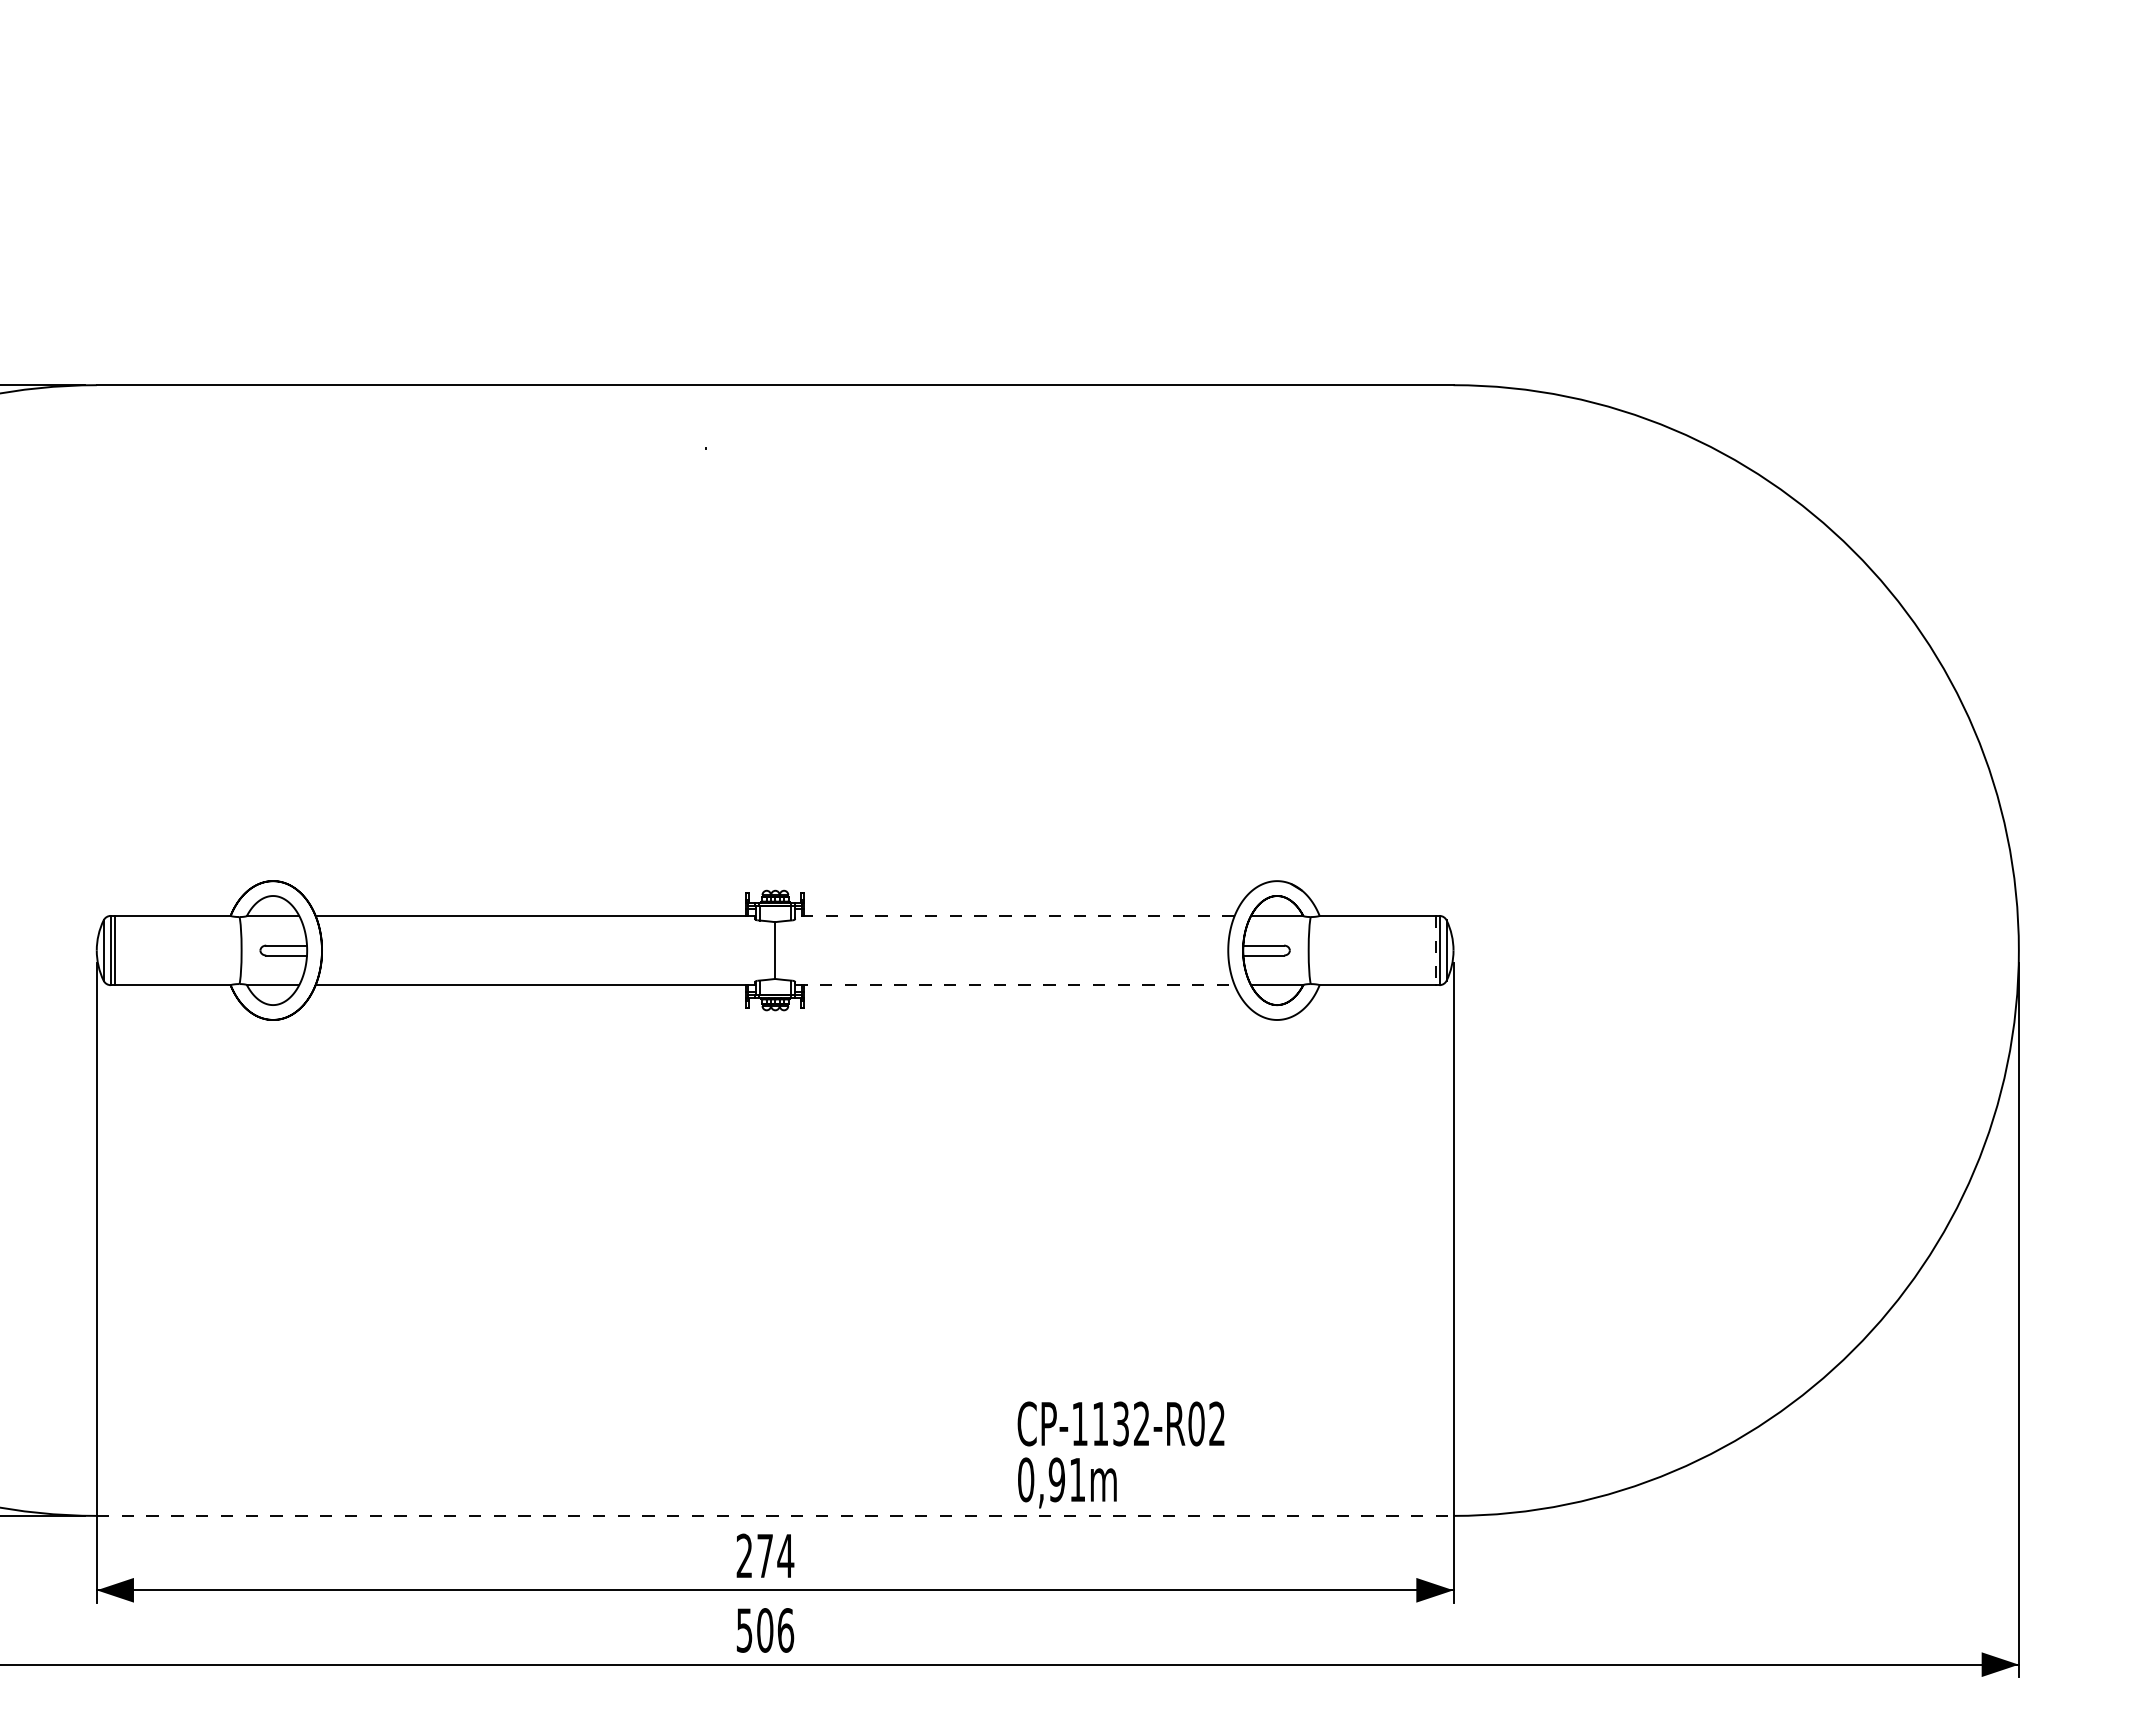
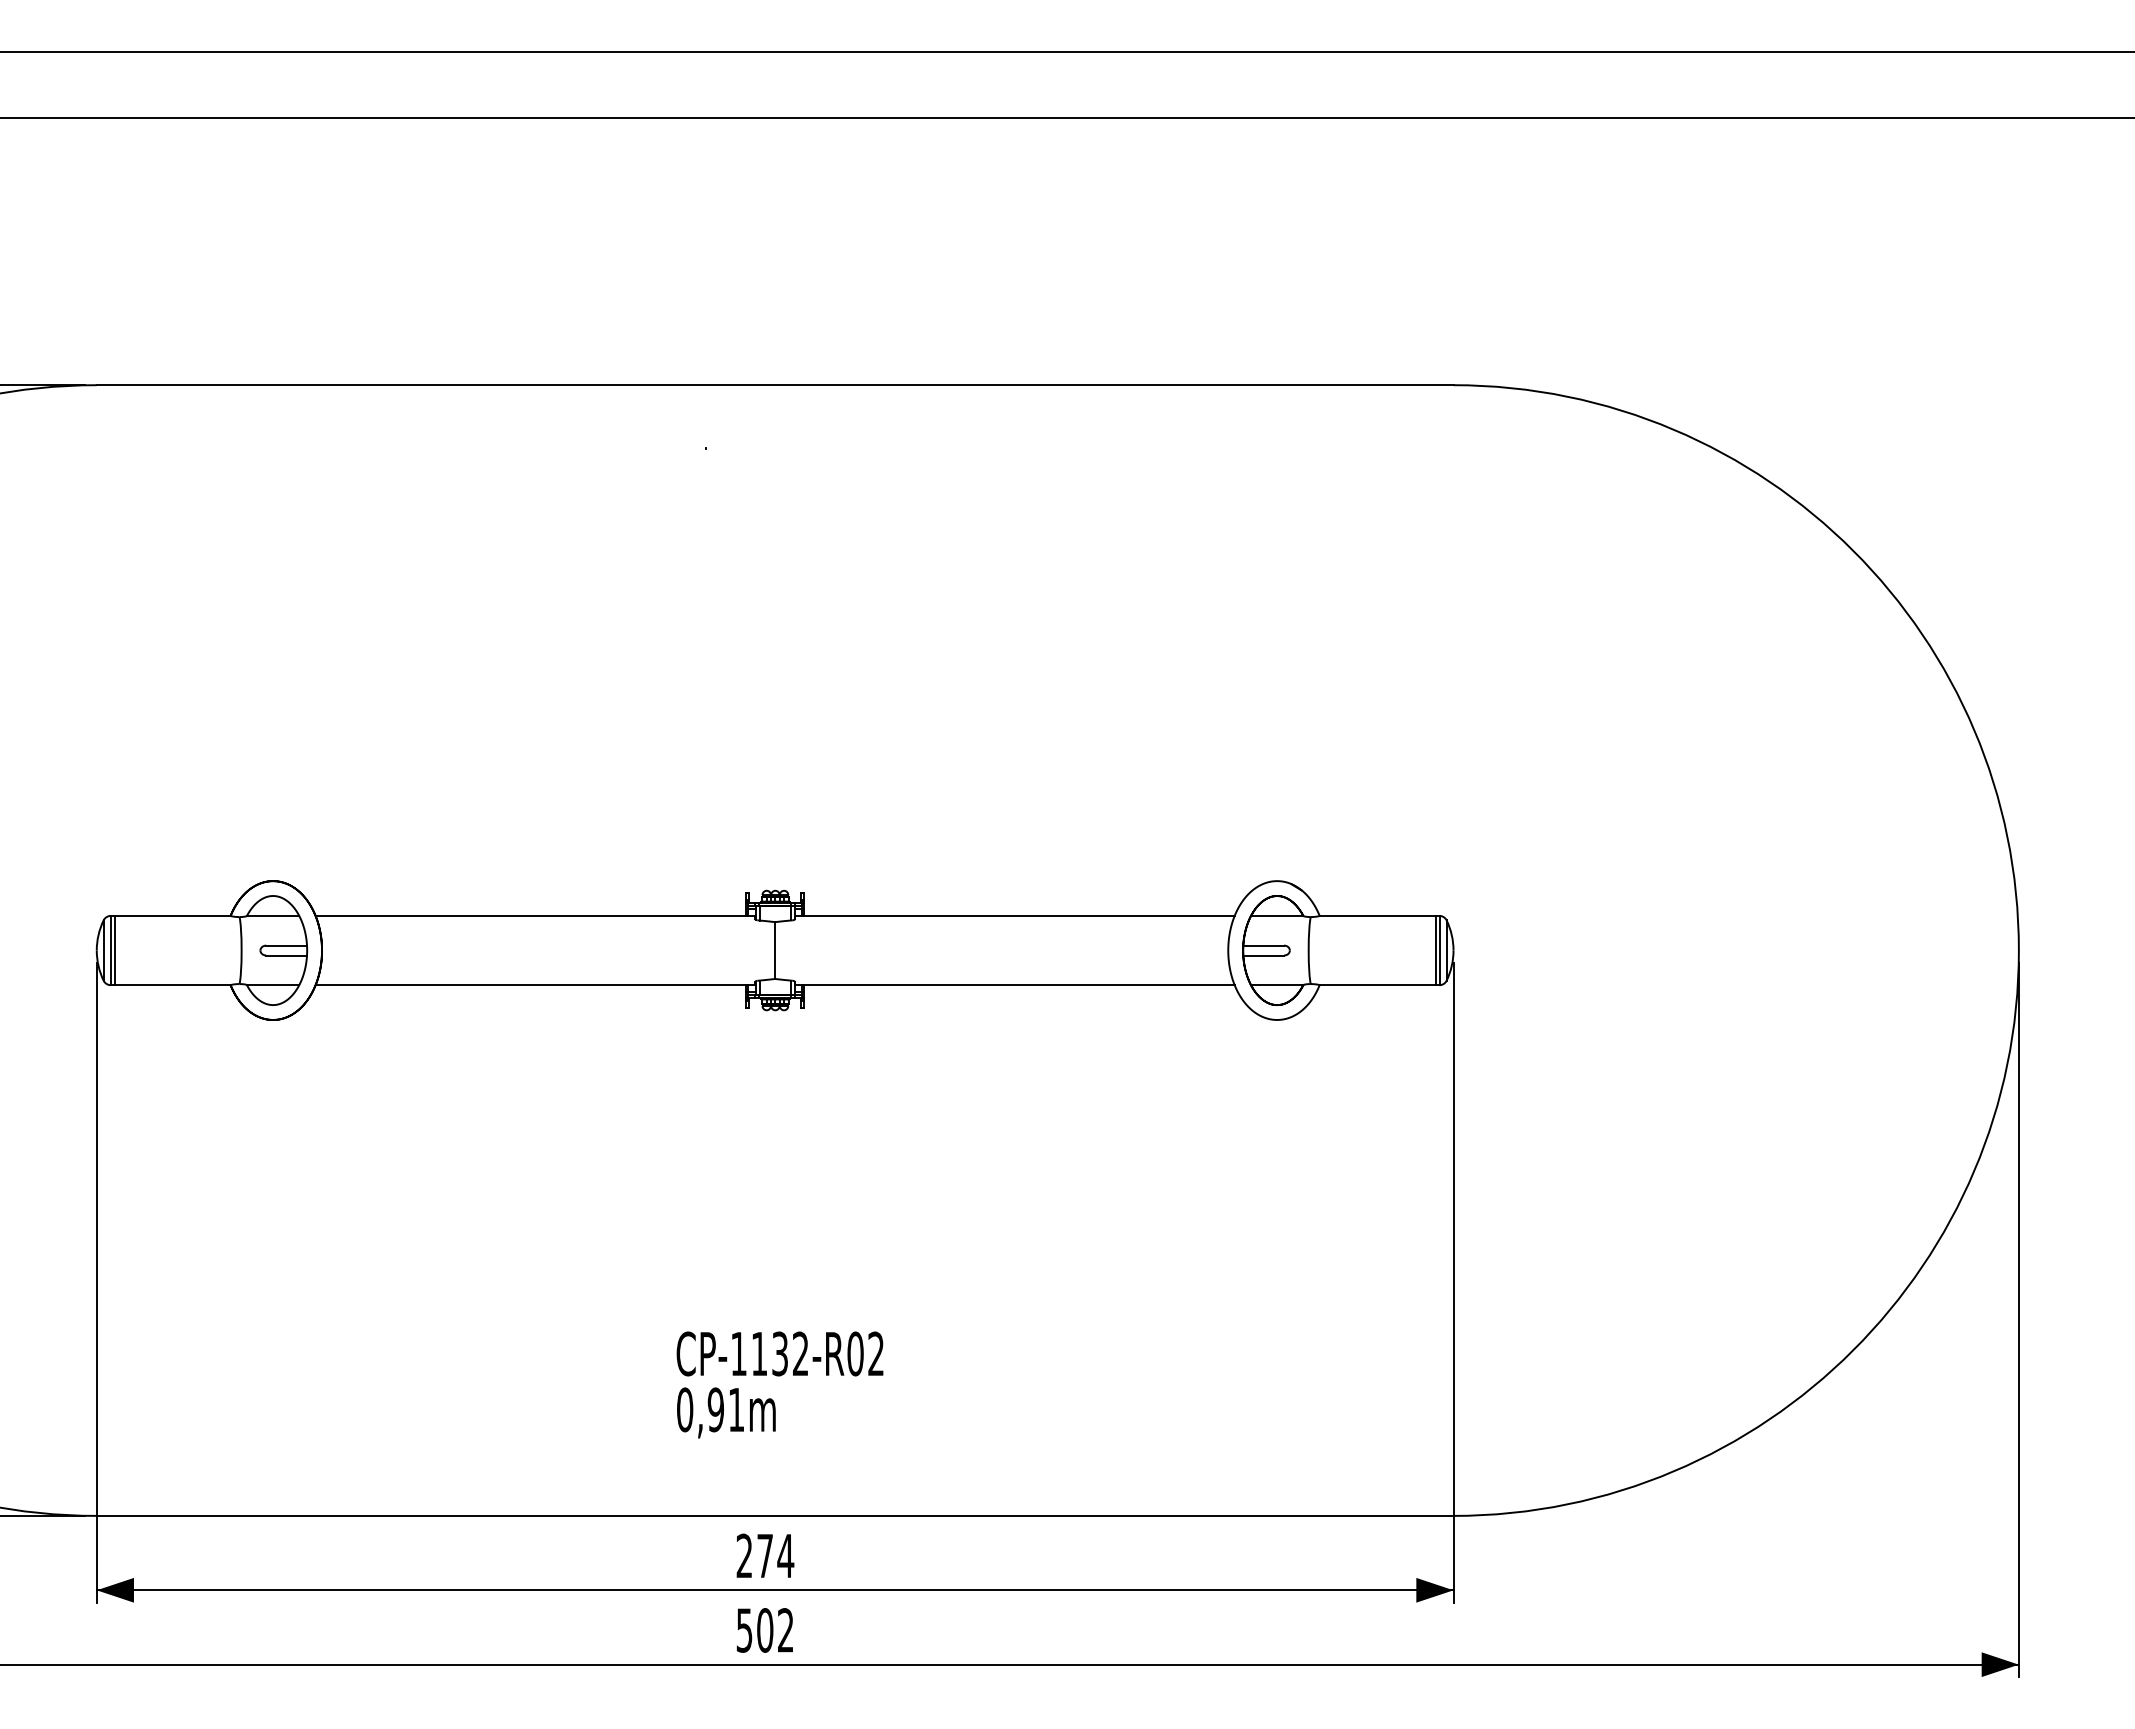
line at (1066, 51): none -> present
line at (1066, 117): none -> present
line at (1014, 915): dashed -> solid
line at (1435, 950): dashed -> solid
line at (1014, 985): dashed -> solid
text at (1120, 1454) position: (1120, 1454) -> (779, 1384)
line at (775, 1515): dashed -> solid
text at (785, 1630): 506 -> 502
